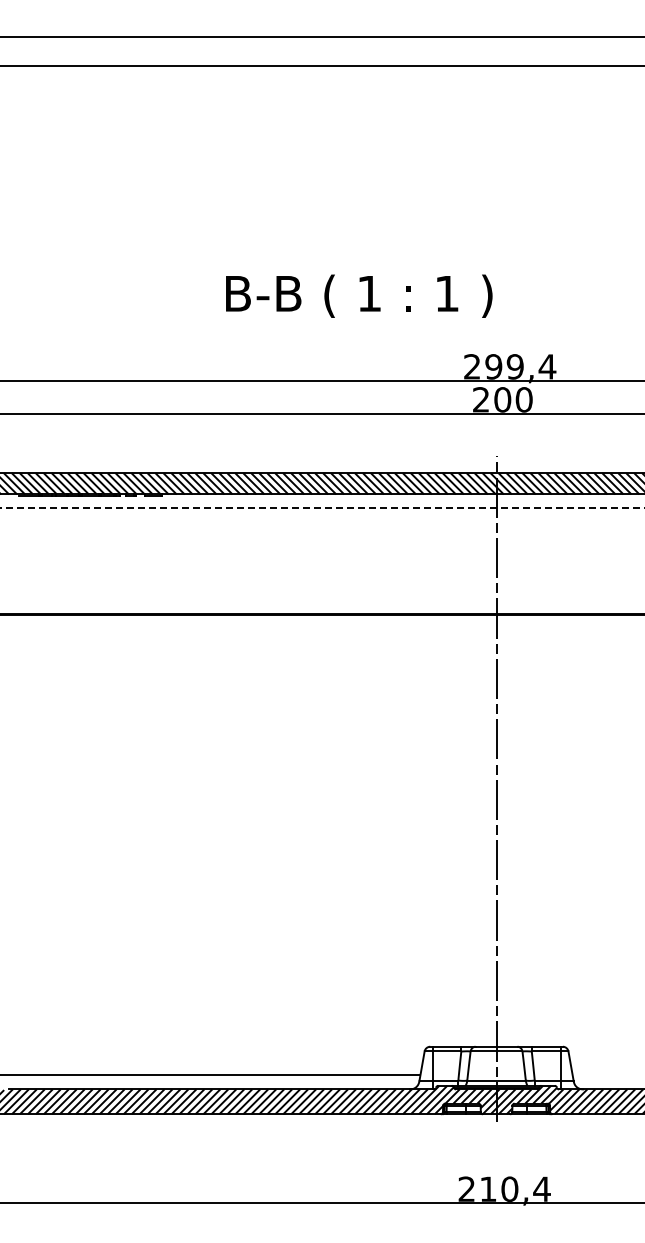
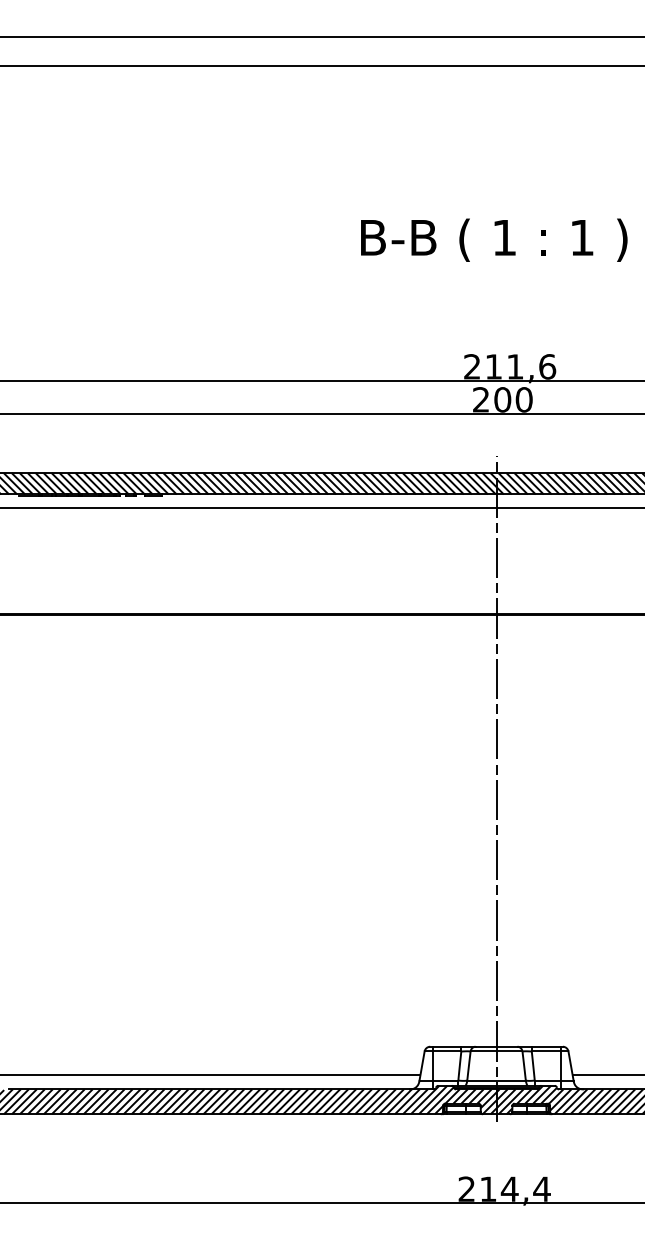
text at (359, 295) position: (359, 295) -> (494, 239)
text at (520, 366): 299,4 -> 211,6
line at (322, 508): dashed -> solid
line at (606, 1075): none -> present
text at (509, 1188): 210,4 -> 214,4
